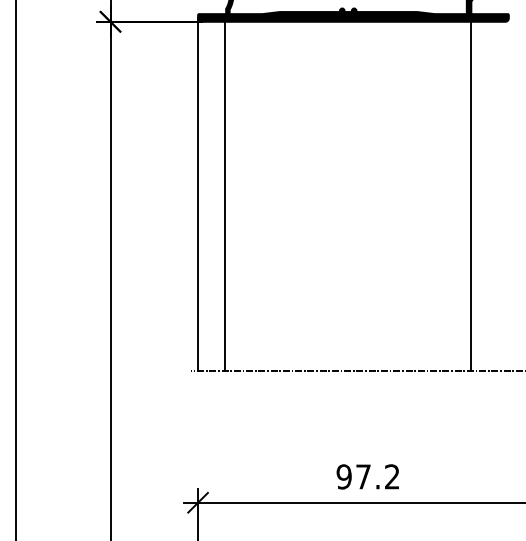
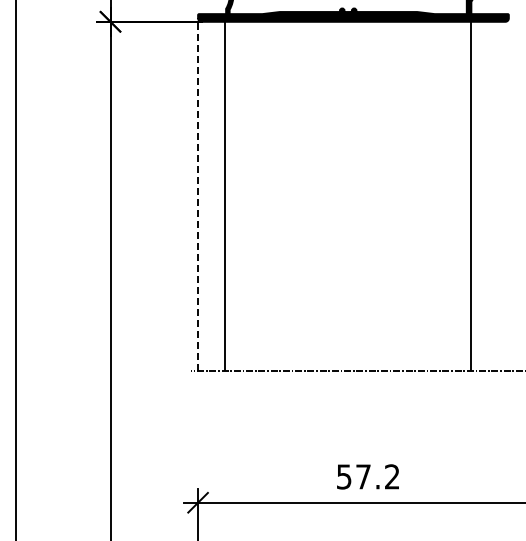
line at (198, 194): solid -> dashed
text at (343, 476): 97.2 -> 57.2
